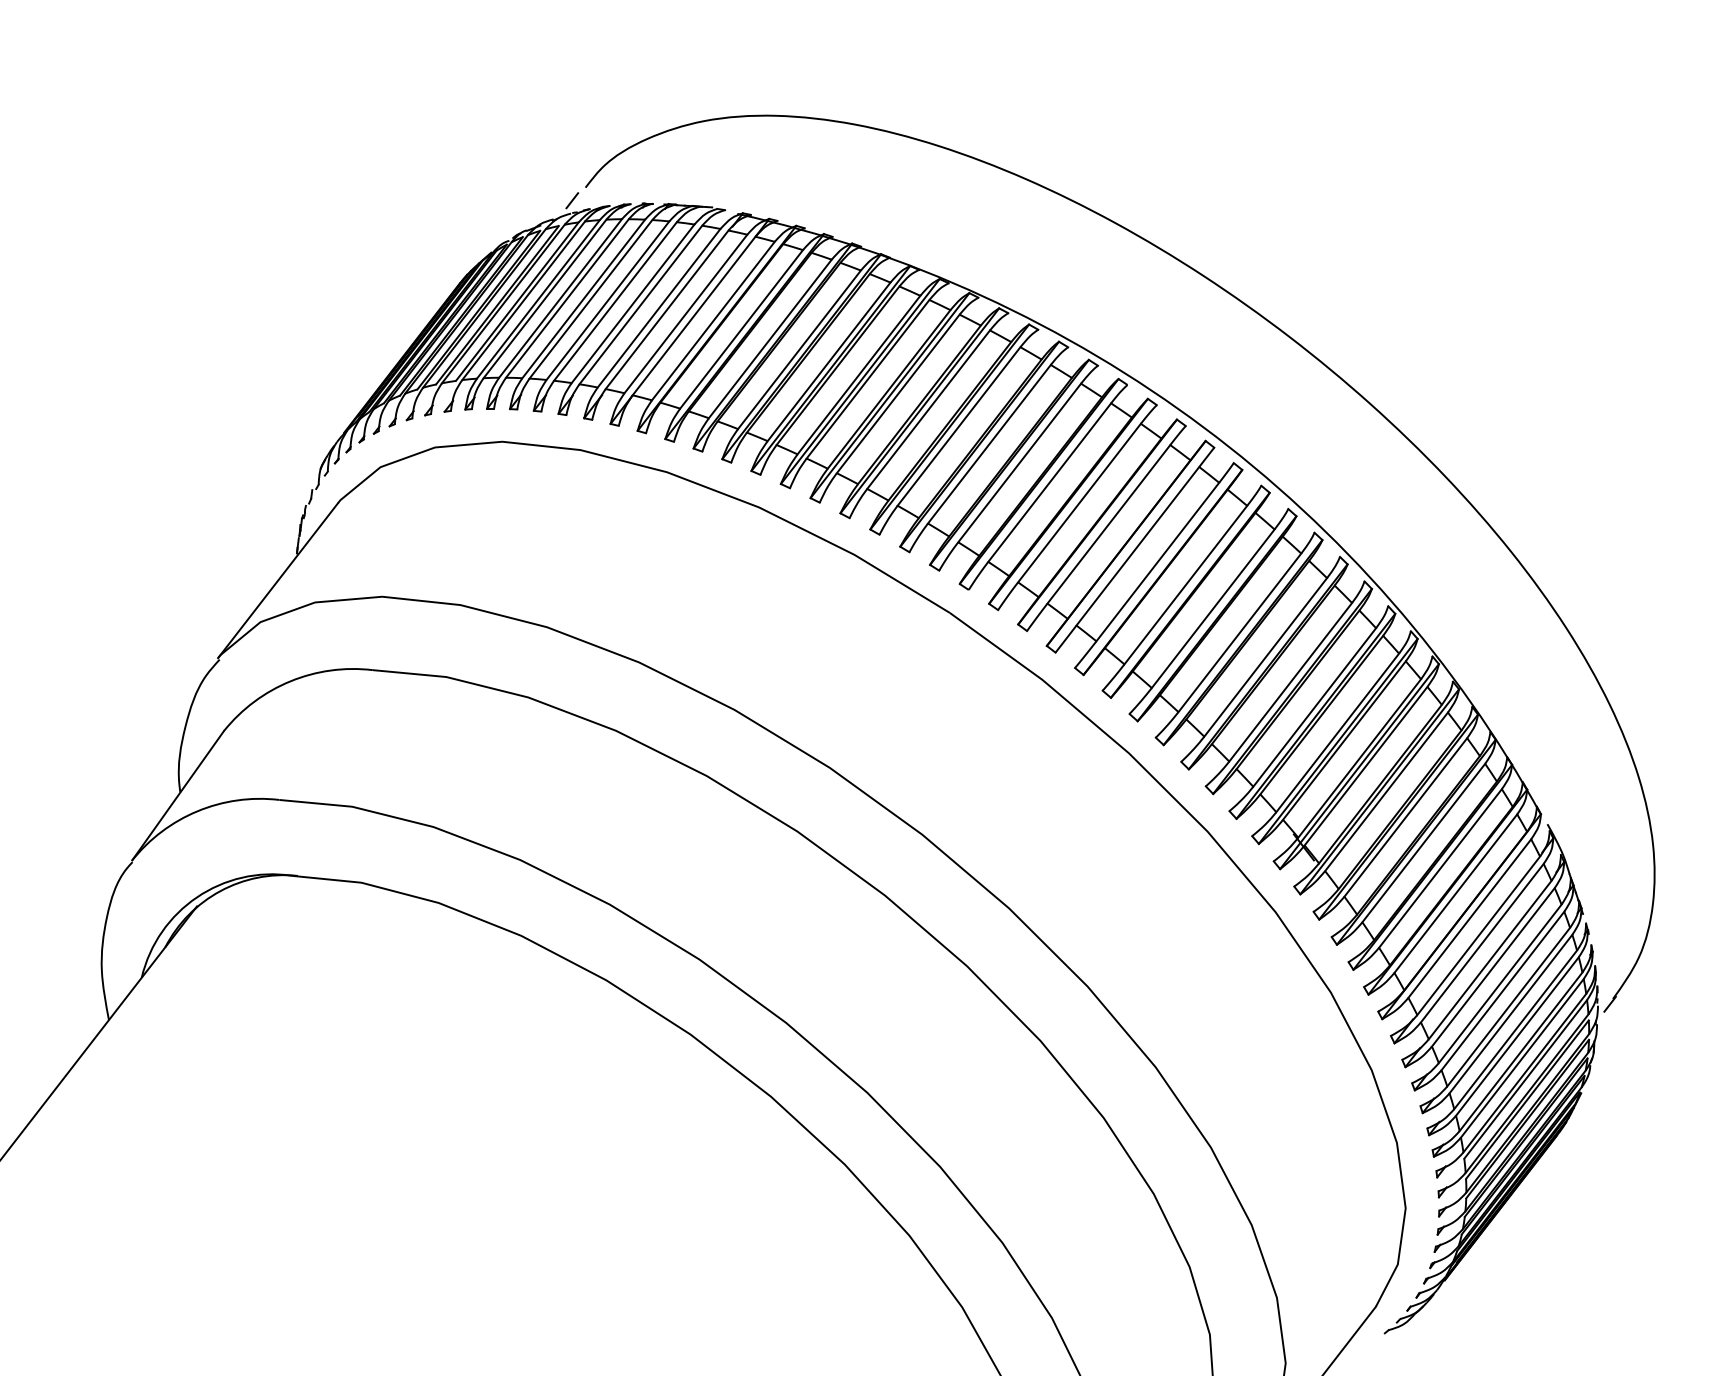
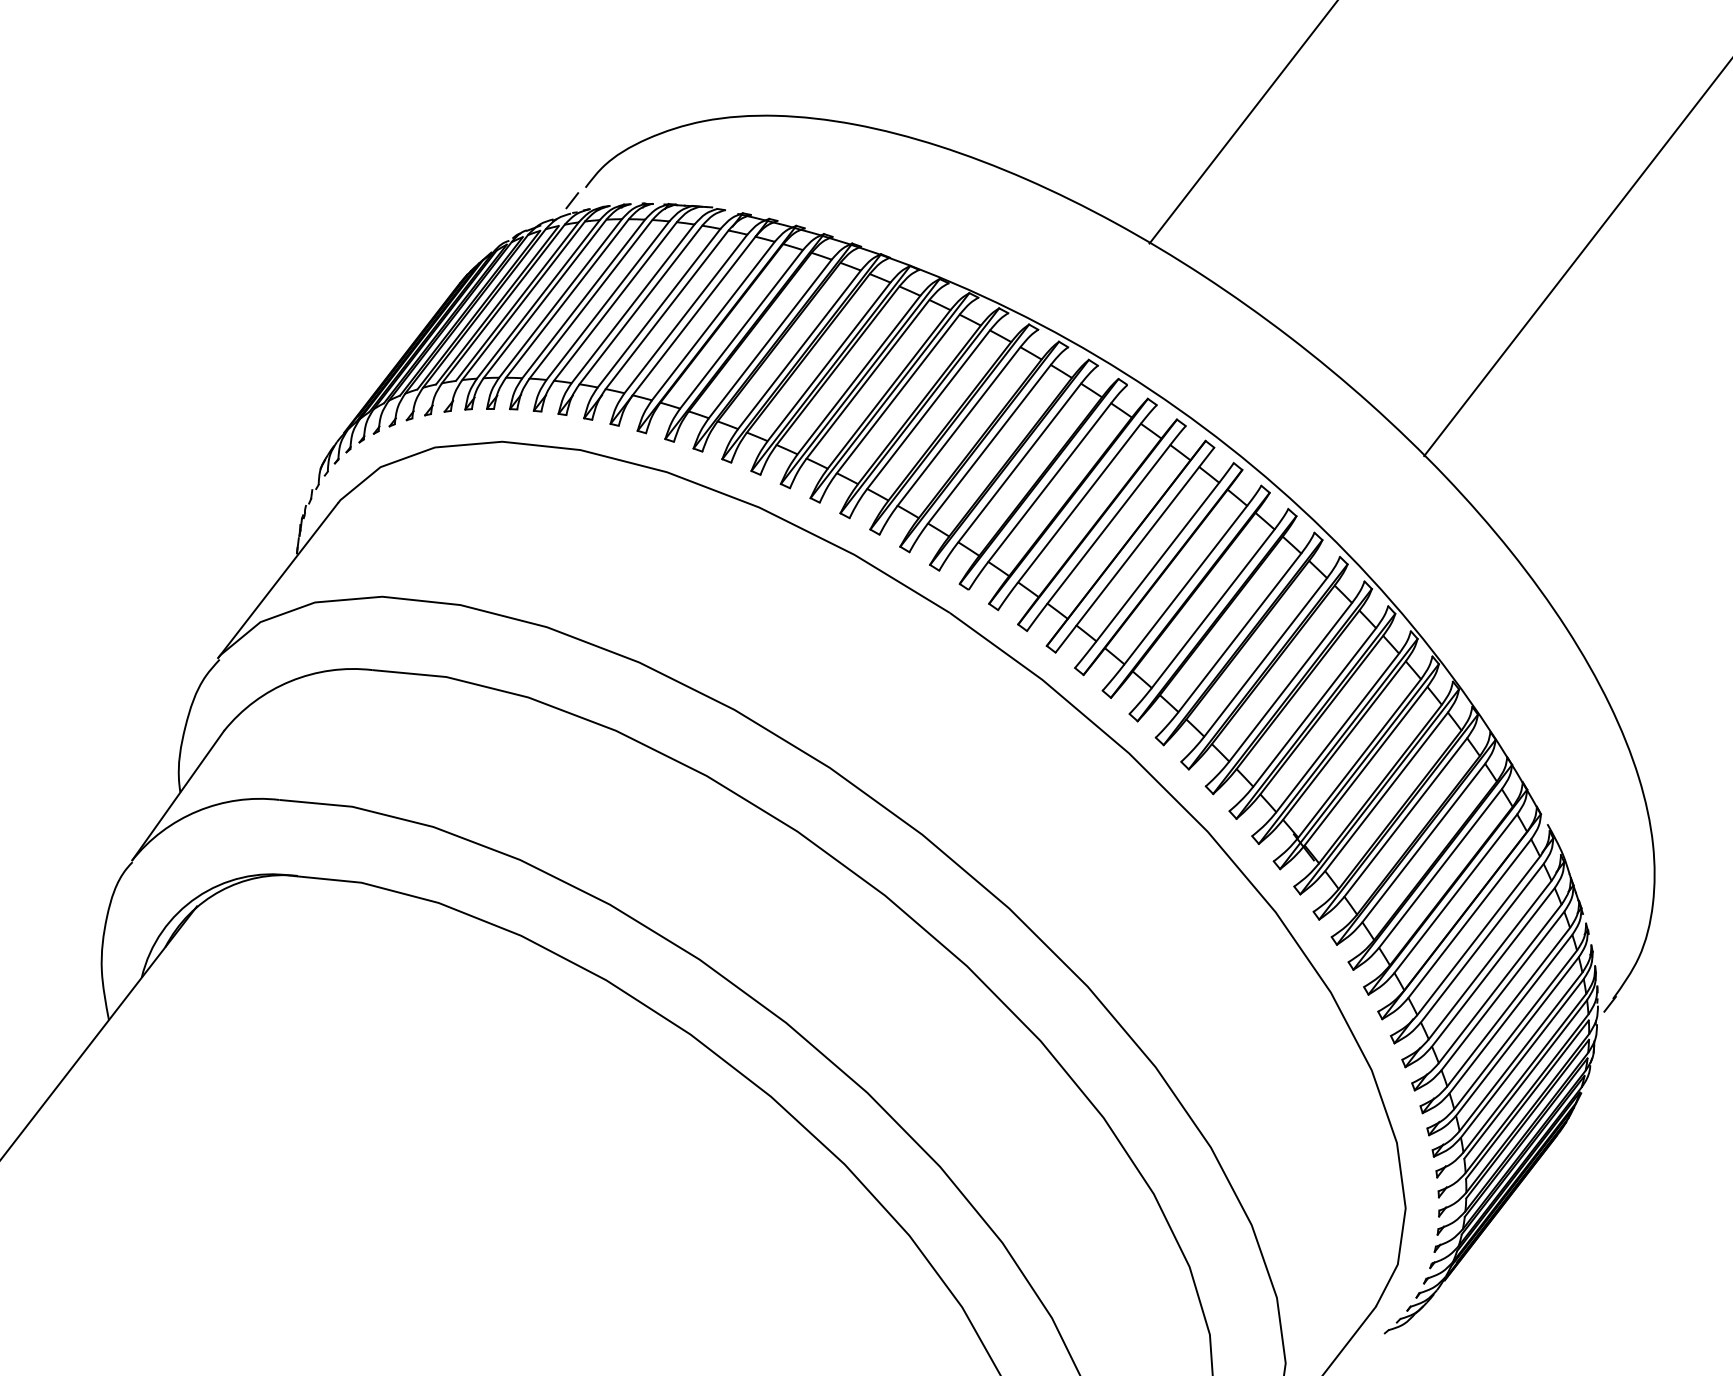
line at (1242, 122): none -> present
line at (1576, 258): none -> present
